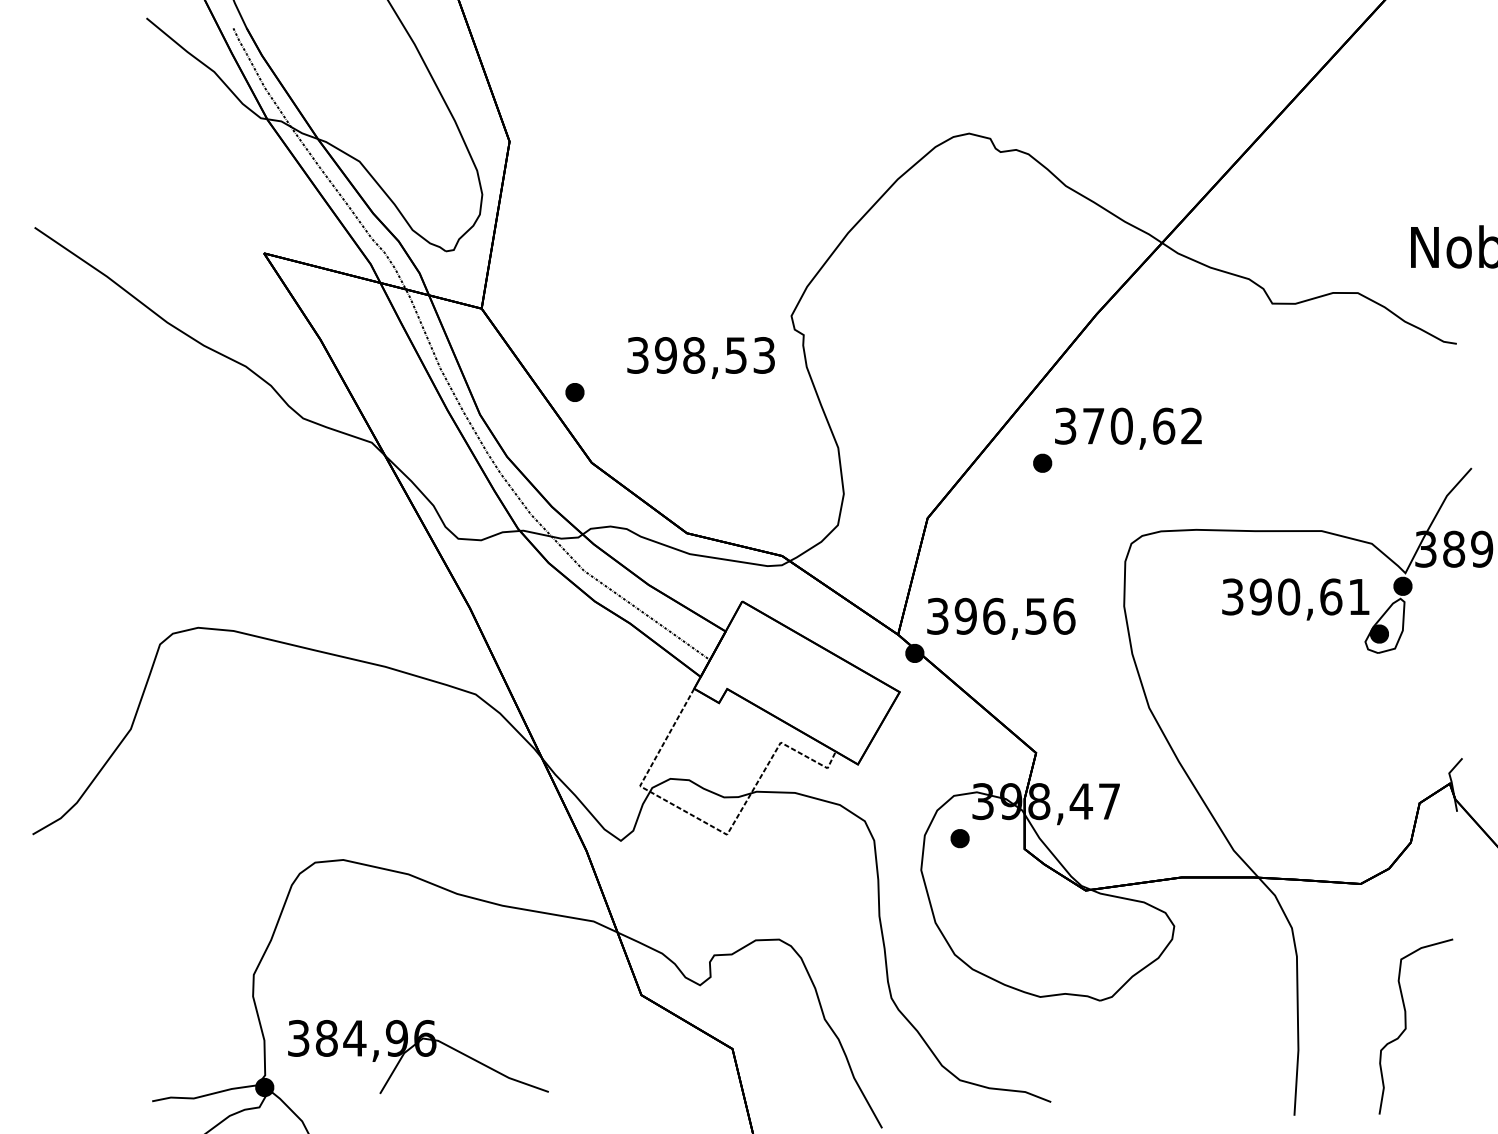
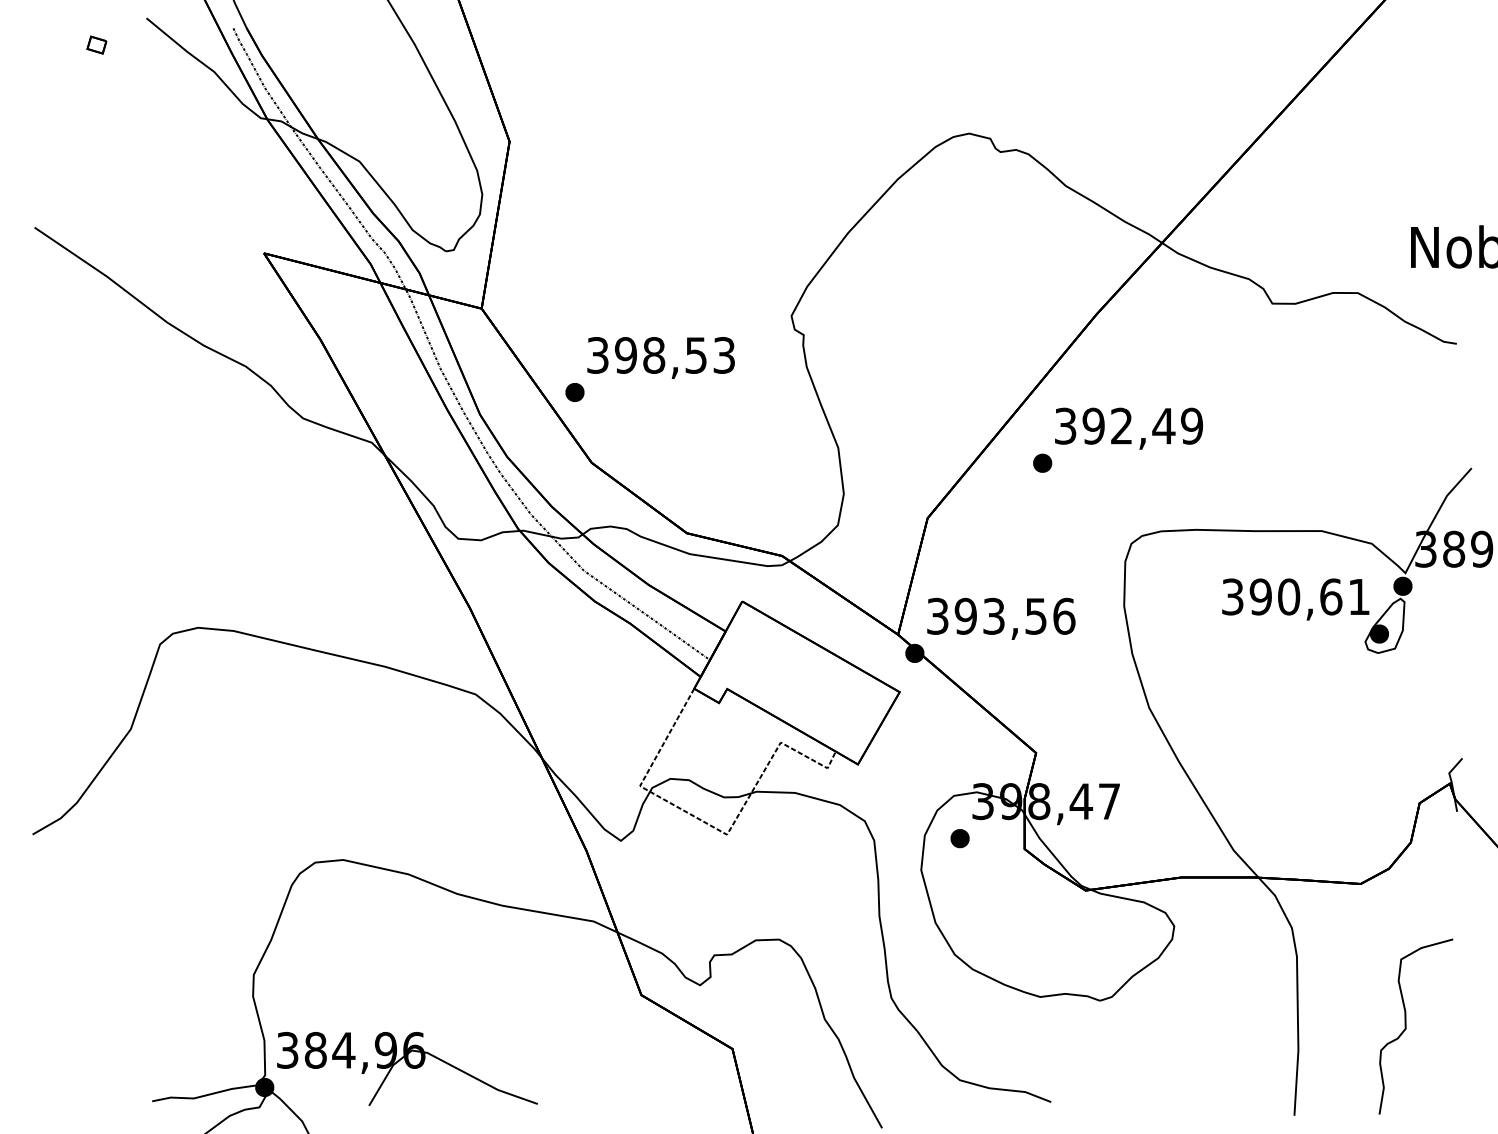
part at (96, 44): none -> present
text at (700, 357) position: (700, 357) -> (660, 357)
text at (1142, 425): 370,62 -> 392,49
text at (994, 615): 396,56 -> 393,56
part at (418, 1057) position: (418, 1057) -> (407, 1069)
